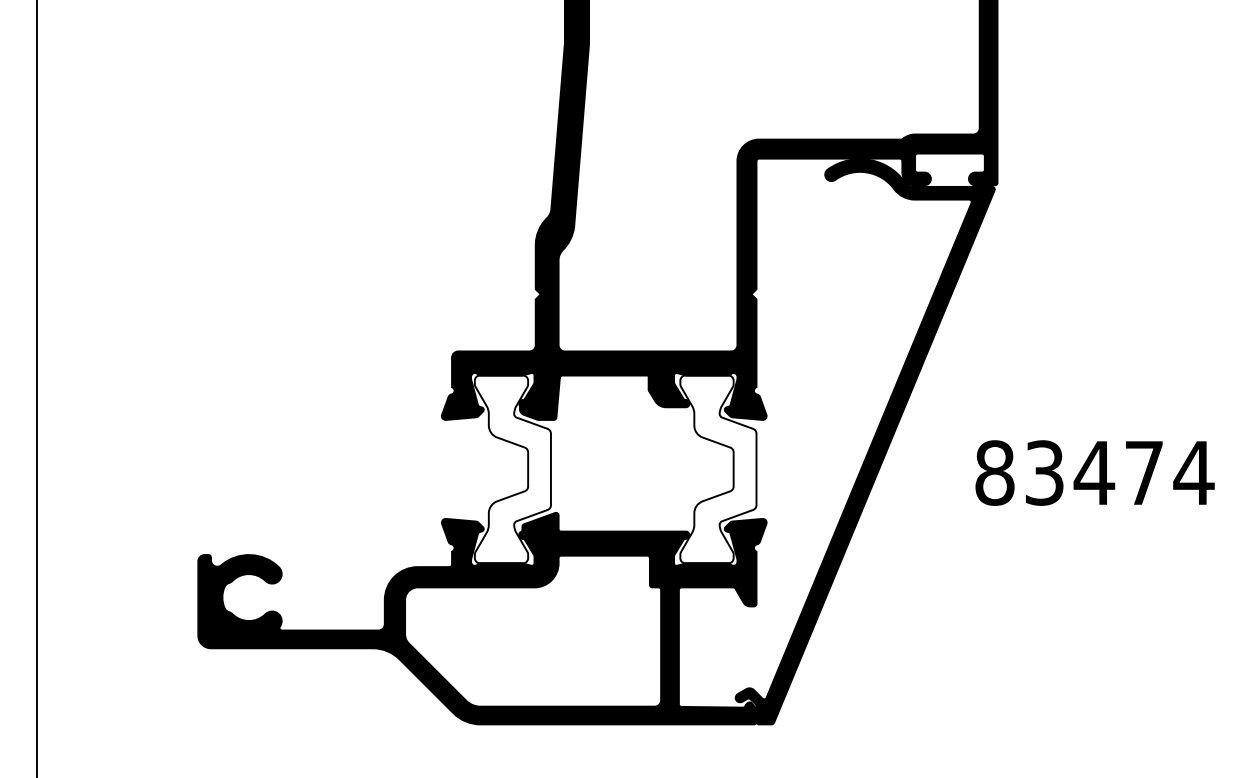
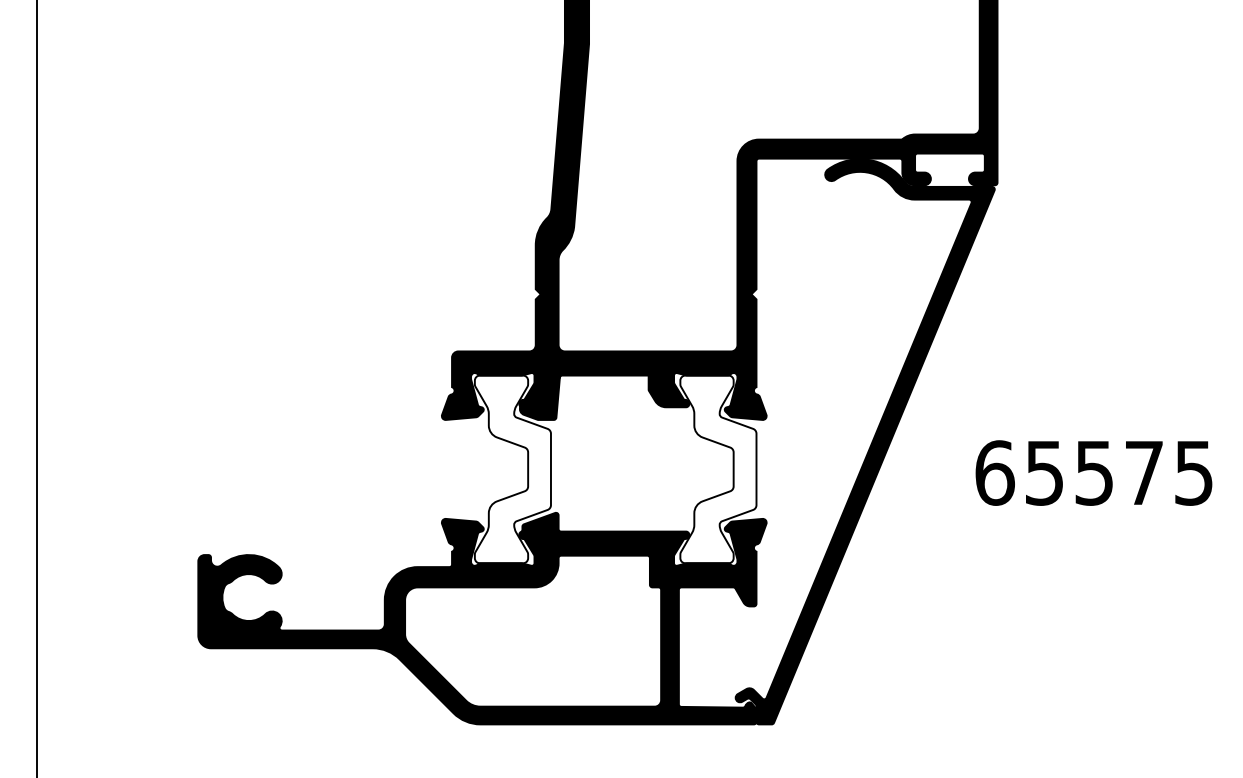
text at (1094, 472): 83474 -> 65575
